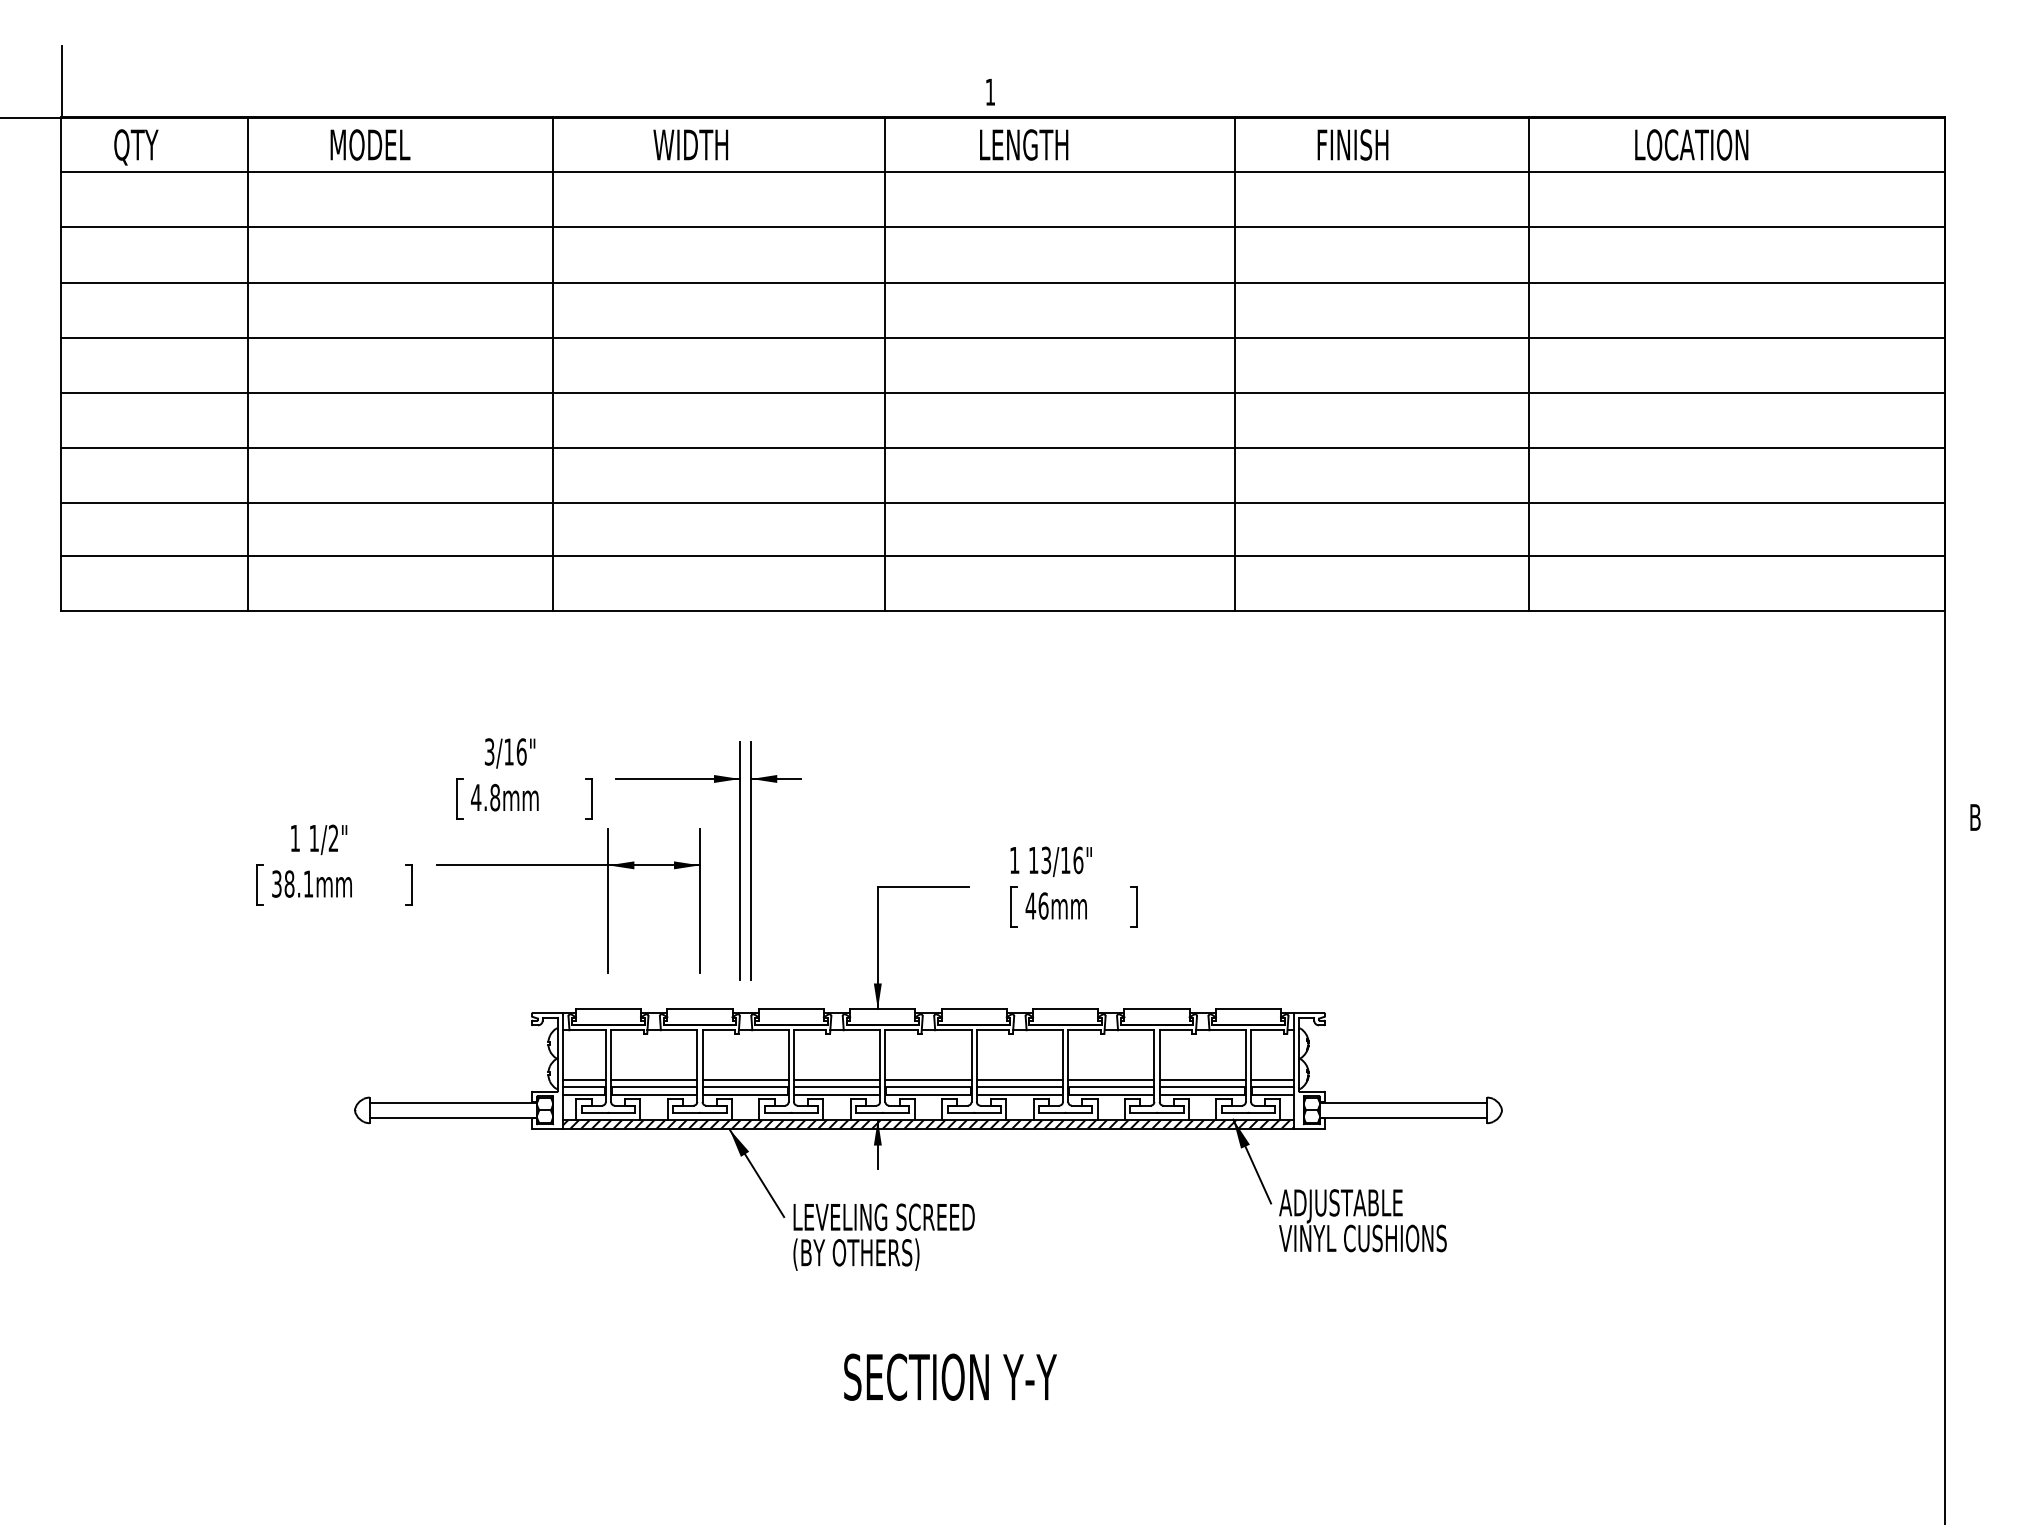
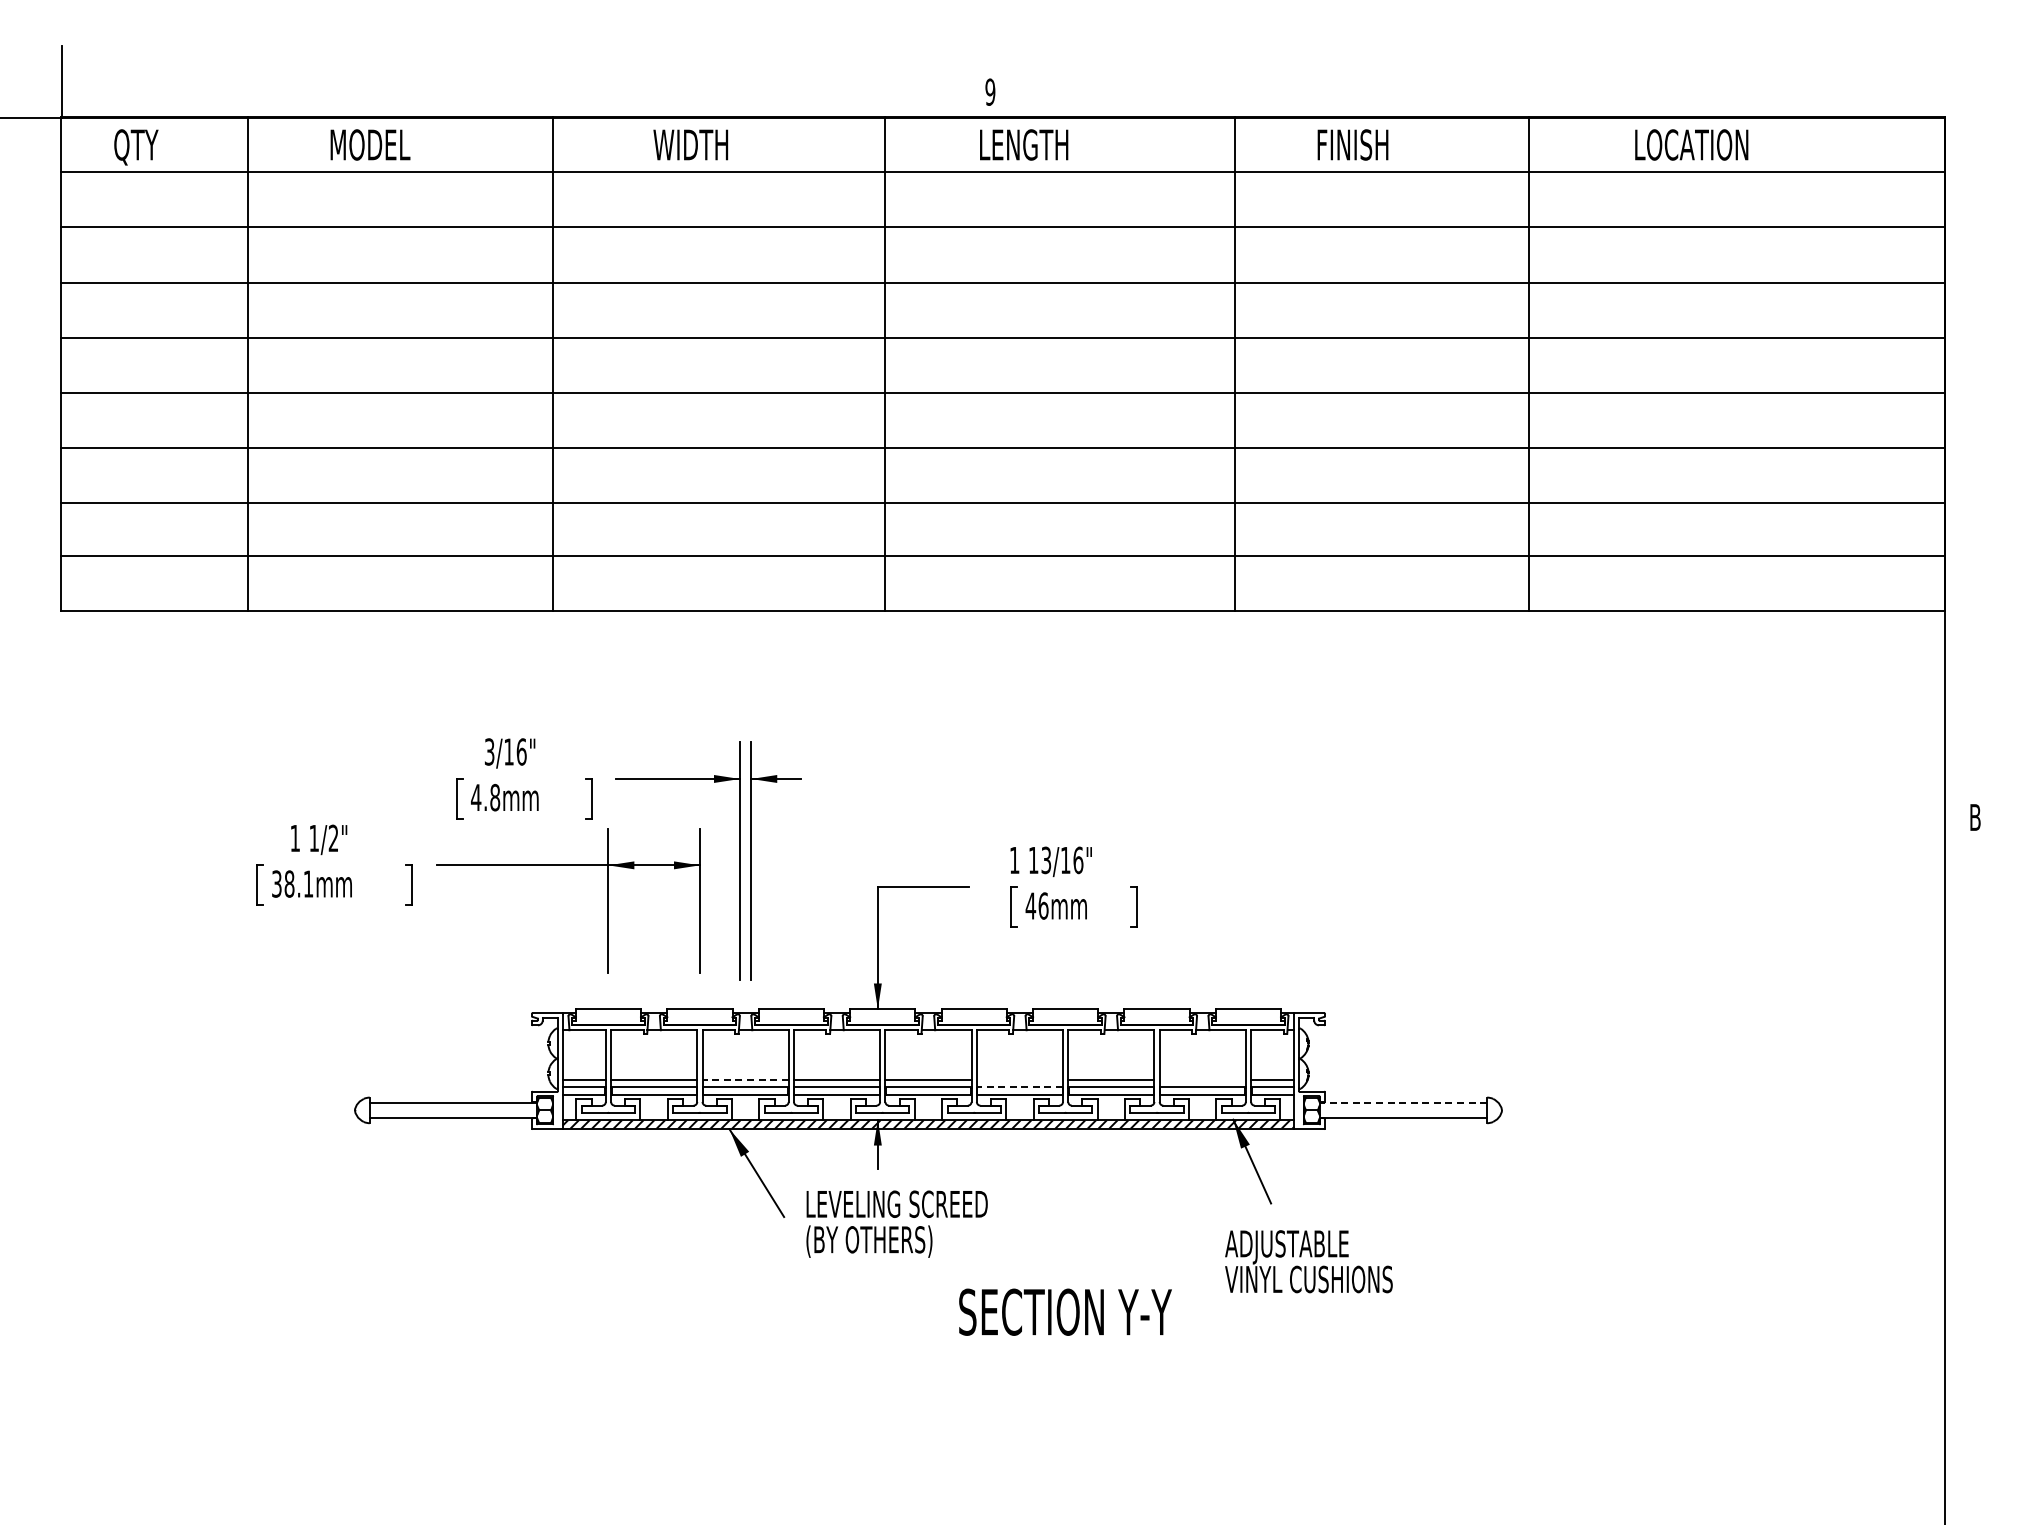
text at (990, 91): 1 -> 9
line at (745, 1079): solid -> dashed
line at (1019, 1079): present -> none
line at (1202, 1079): present -> none
line at (1019, 1087): solid -> dashed
line at (1403, 1102): solid -> dashed
text at (1362, 1220) position: (1362, 1220) -> (1308, 1261)
text at (883, 1236) position: (883, 1236) -> (896, 1223)
text at (950, 1376) position: (950, 1376) -> (1065, 1311)
